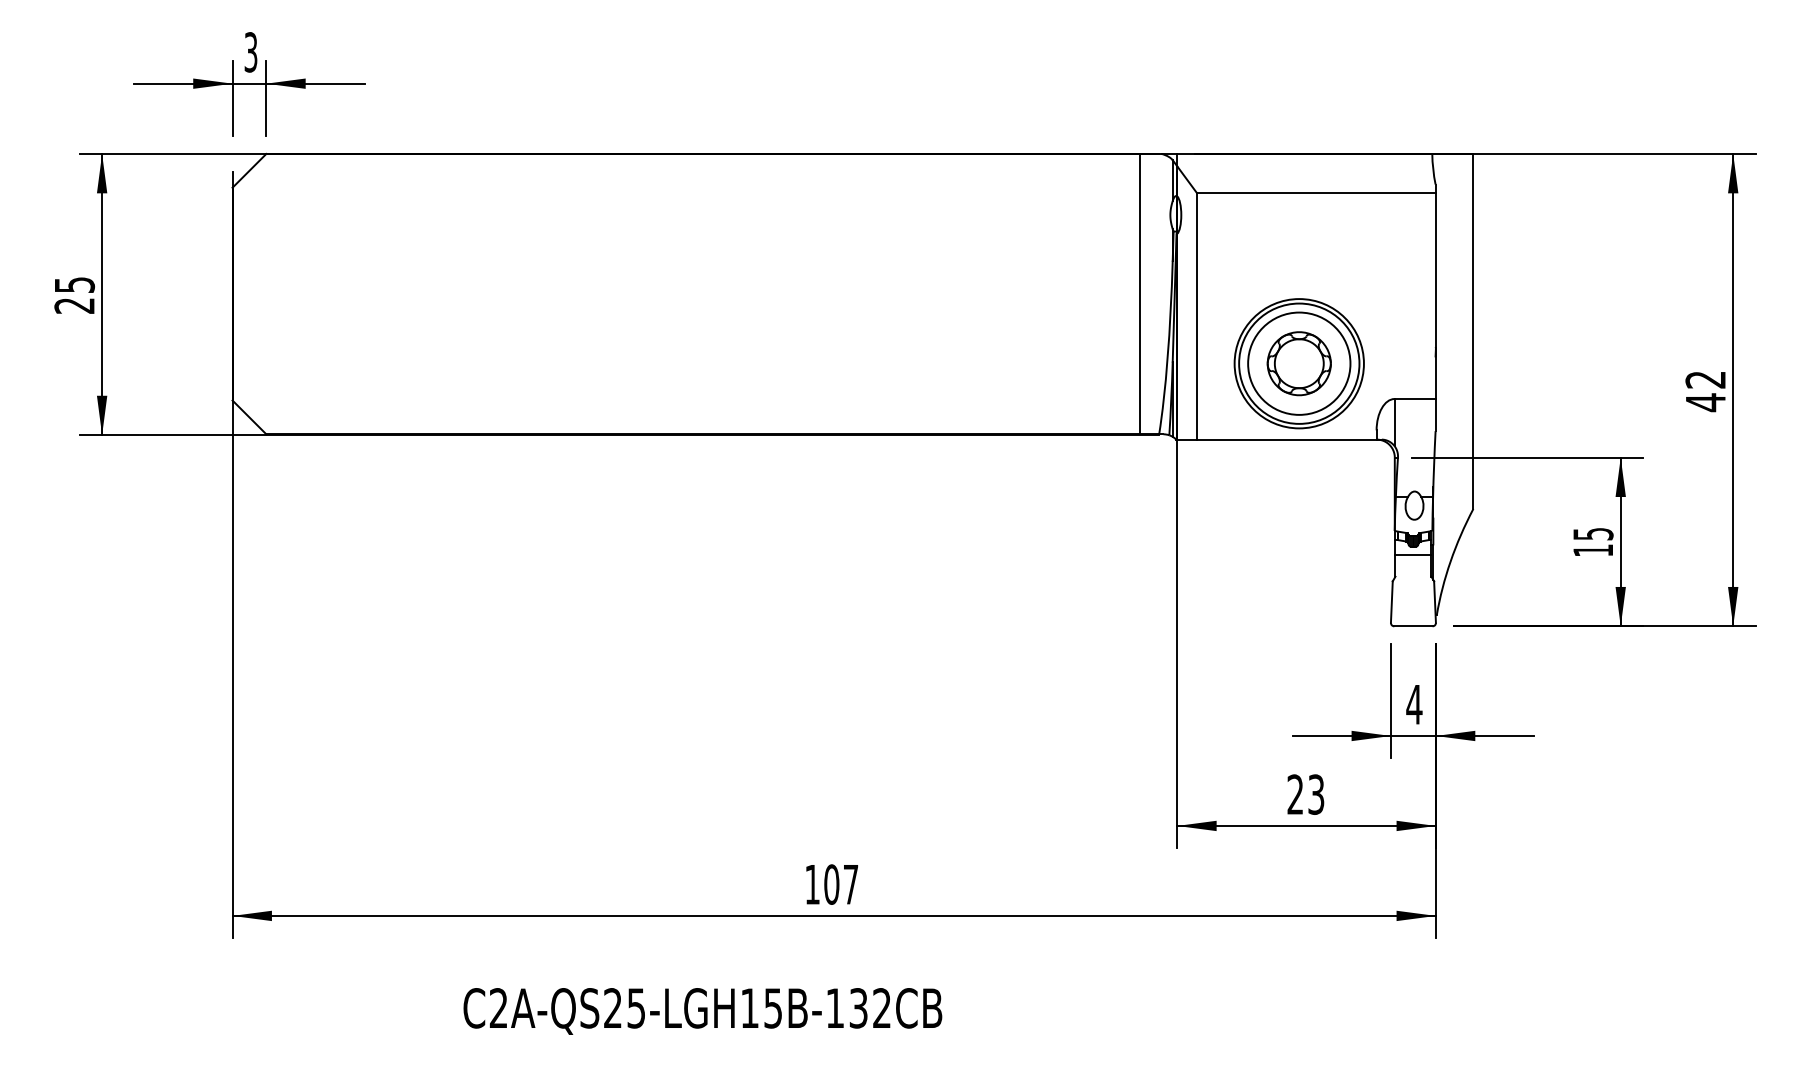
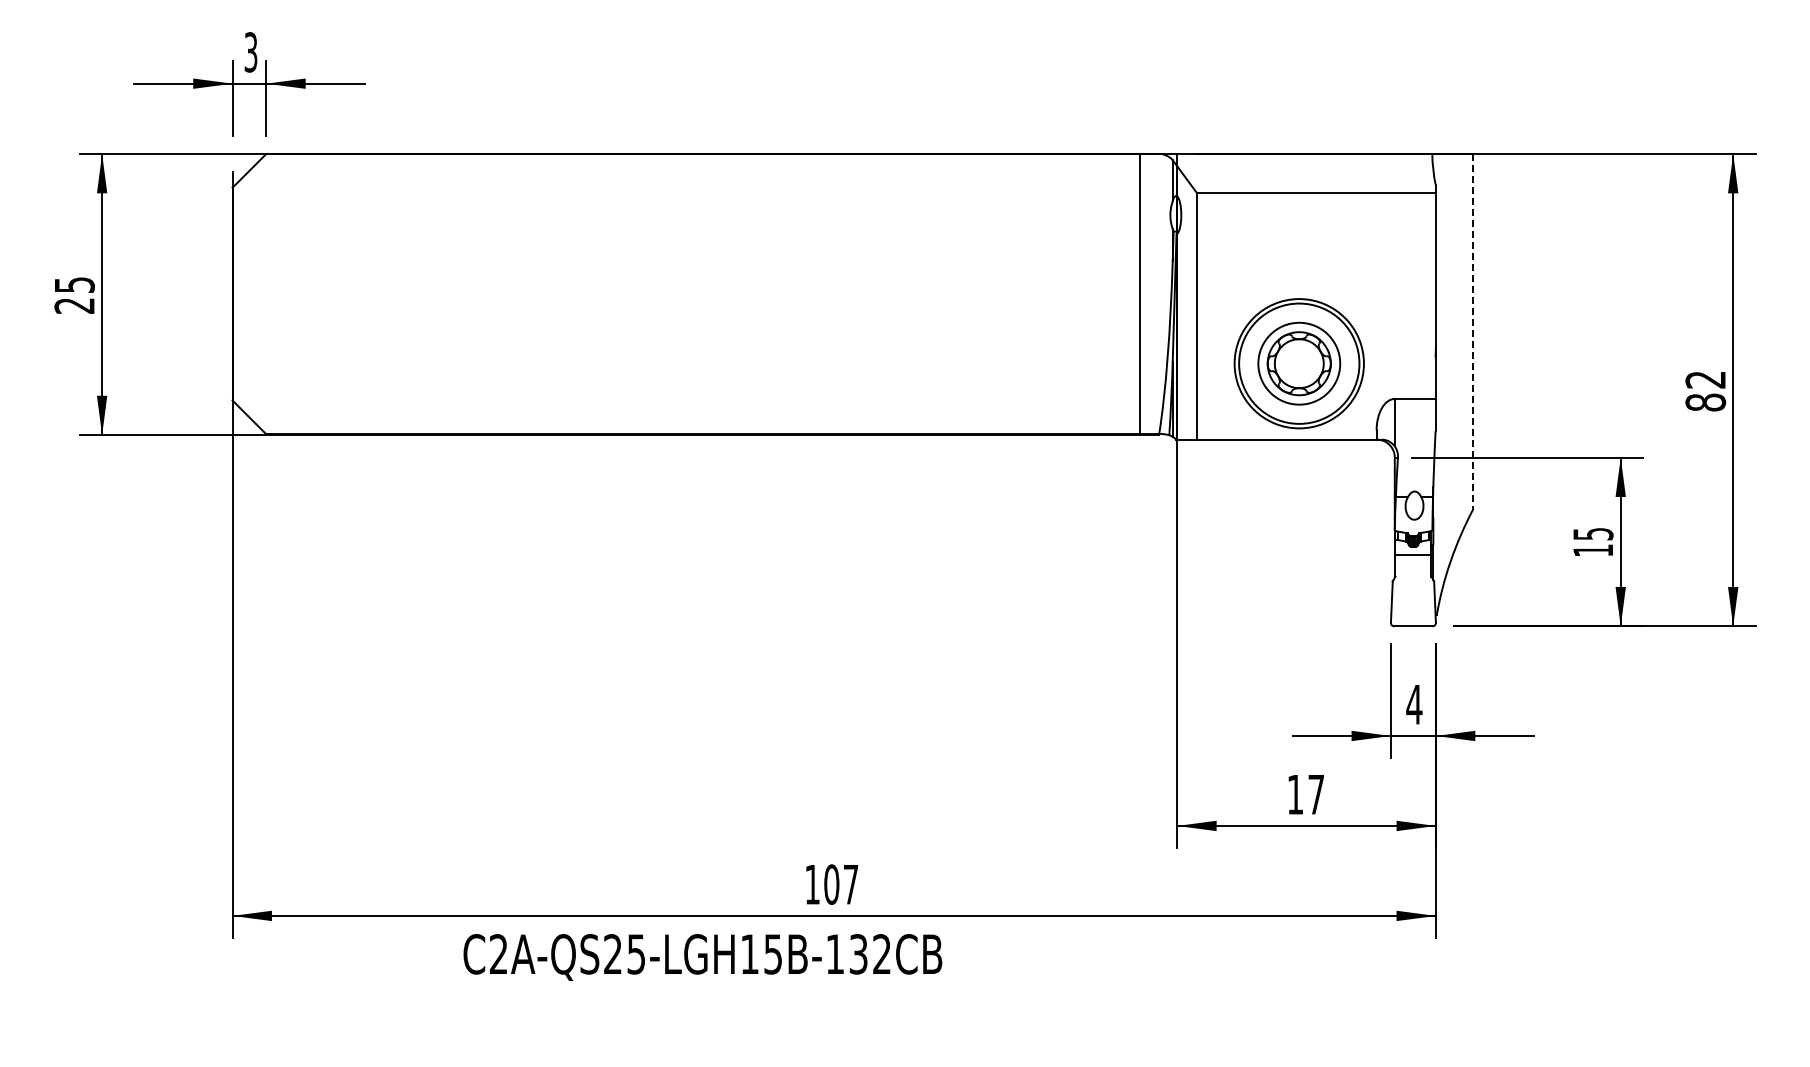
line at (1473, 331): solid -> dashed
circle at (1299, 363) diameter: 102 px -> 82 px
text at (1705, 402): 42 -> 82
text at (1305, 794): 23 -> 17
text at (702, 1011) position: (702, 1011) -> (702, 957)
